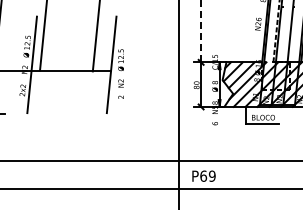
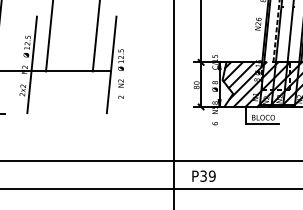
line at (201, 31): dashed -> solid
line at (43, 36) position: (43, 36) -> (49, 36)
line at (178, 104) position: (178, 104) -> (173, 104)
text at (203, 175): P69 -> P39
